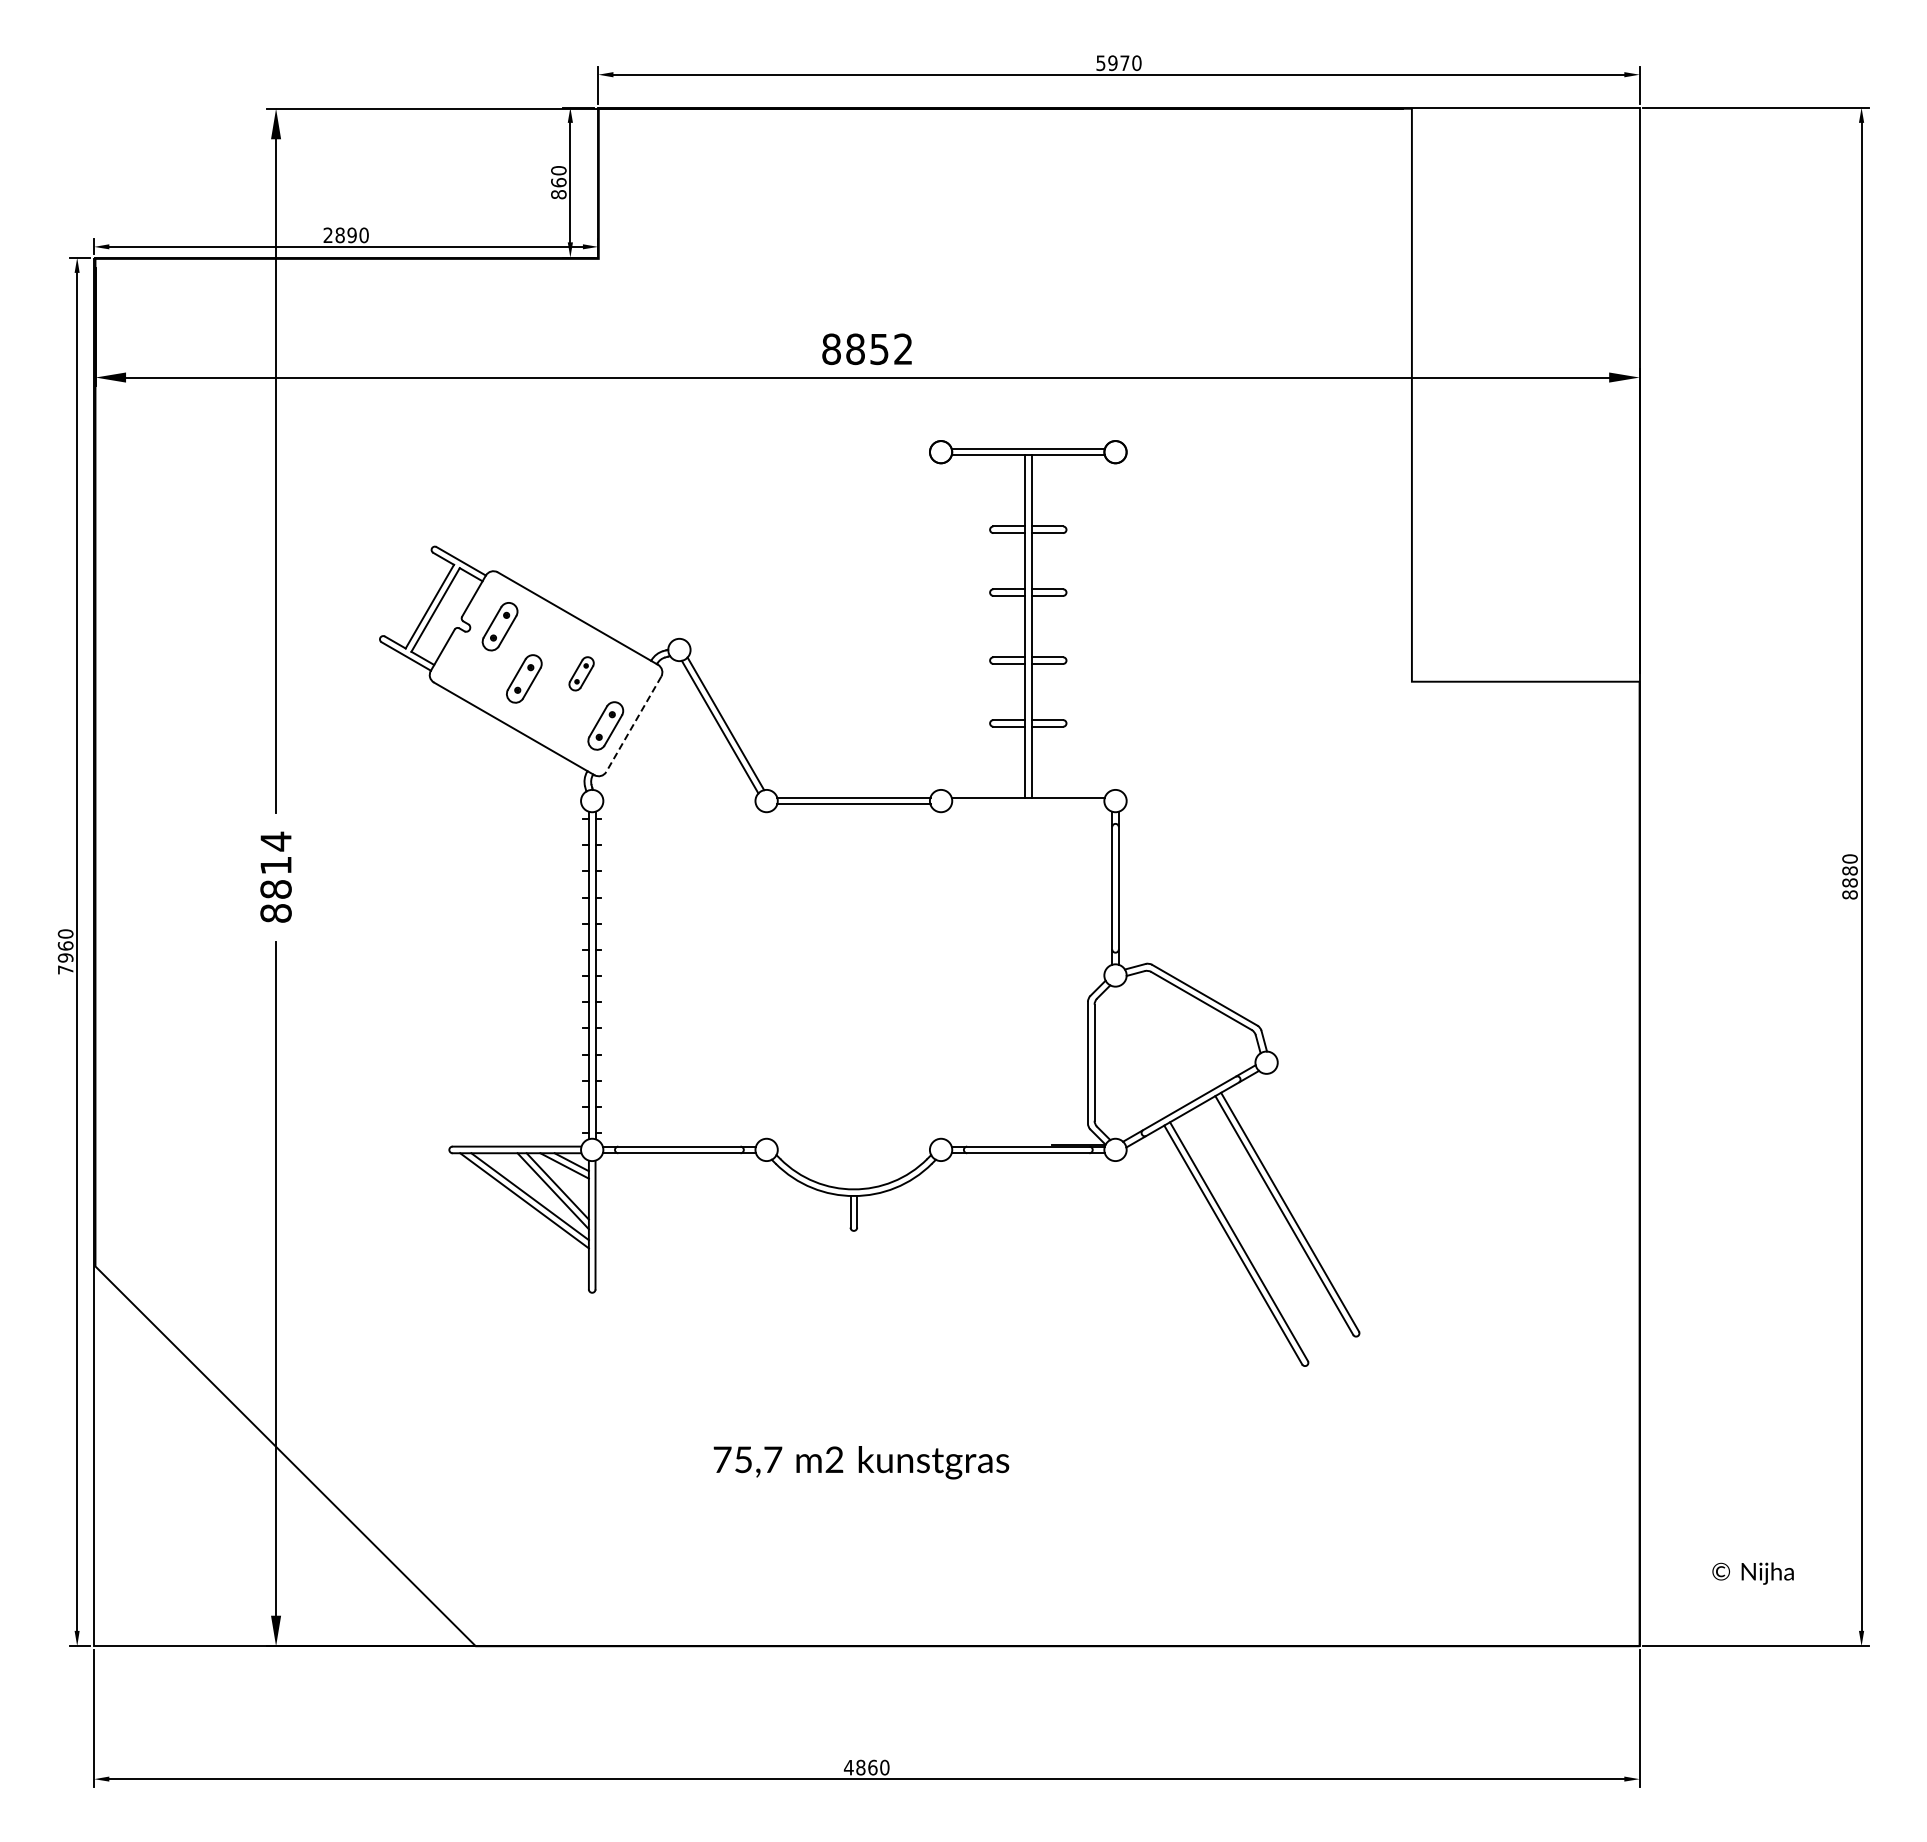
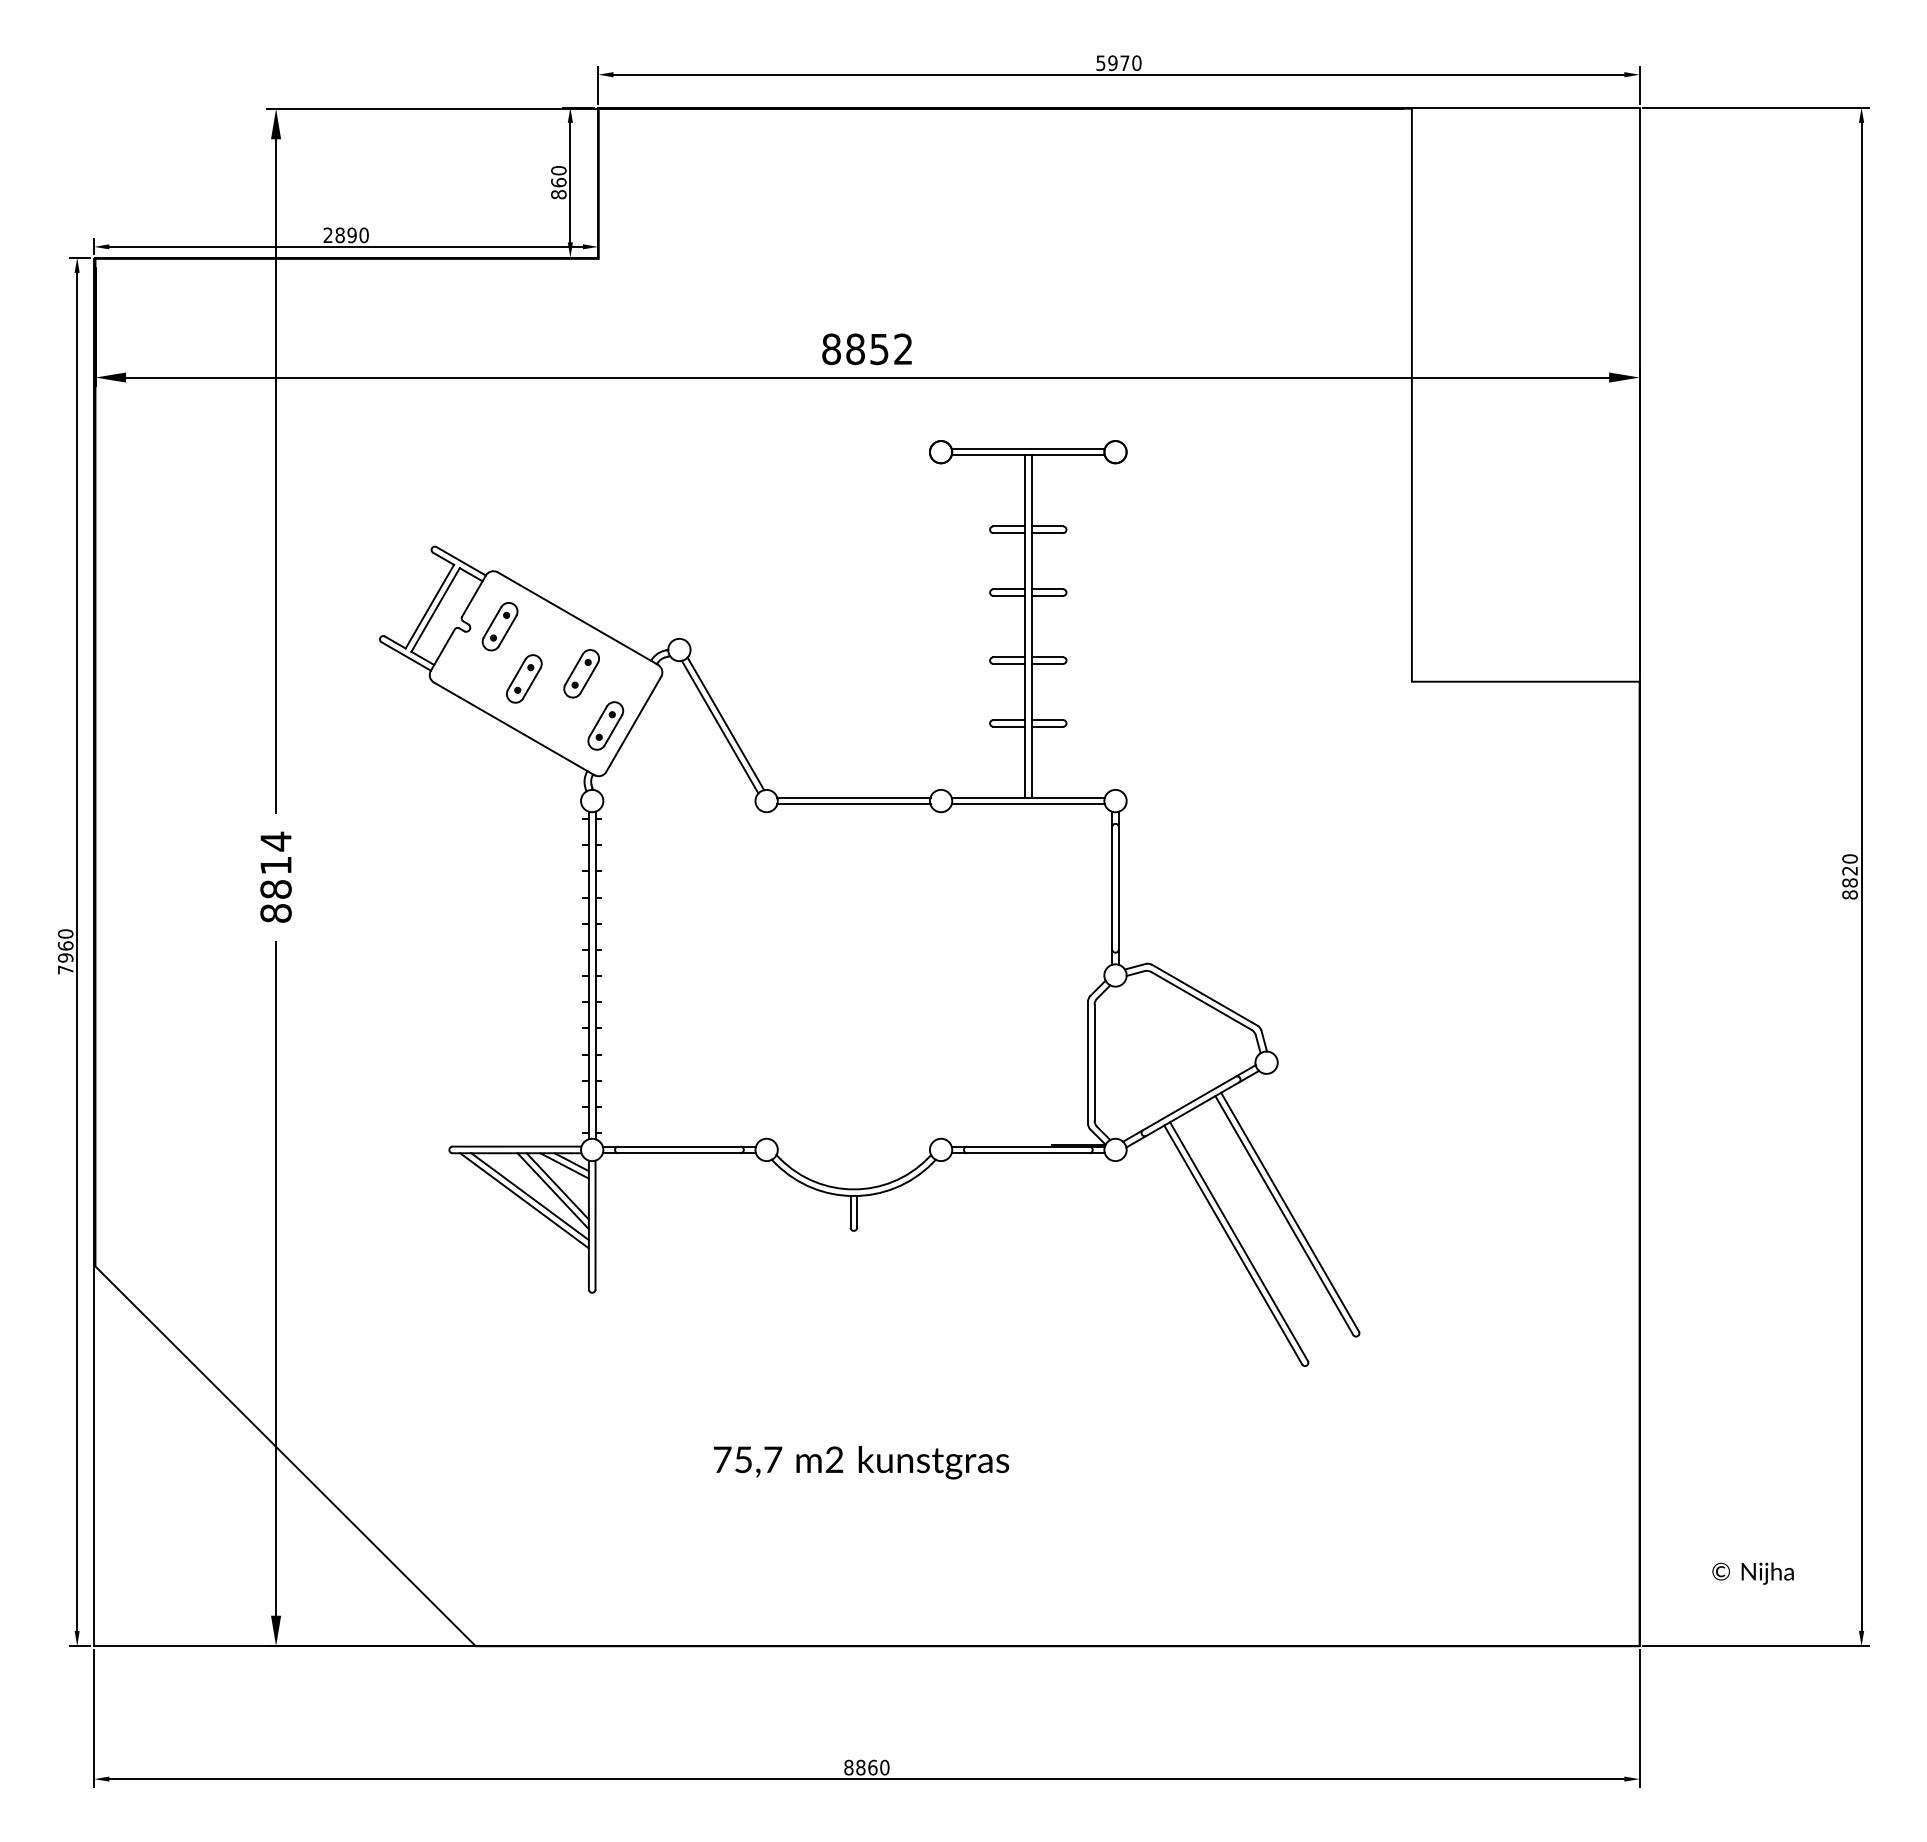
part at (581, 673) size: 27x36 px -> 37x50 px
line at (633, 724): dashed -> solid
line at (1027, 804): none -> present
text at (1849, 870): 8880 -> 8820
text at (848, 1767): 4860 -> 8860
